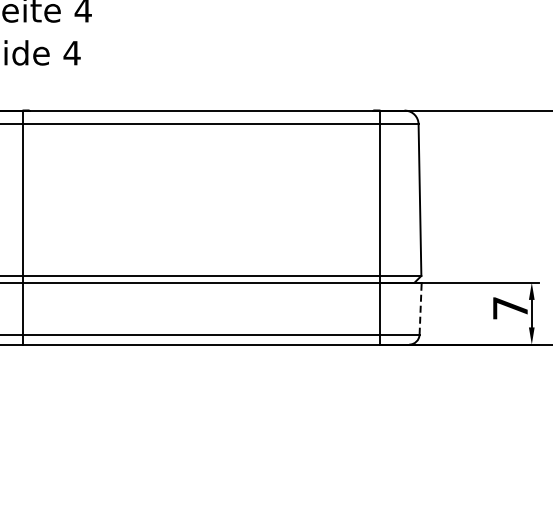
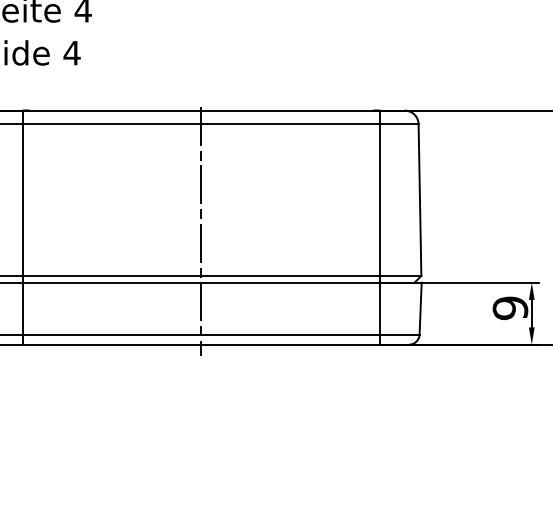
line at (201, 231): none -> present
line at (420, 308): dashed -> solid
text at (510, 308): 7 -> 9
